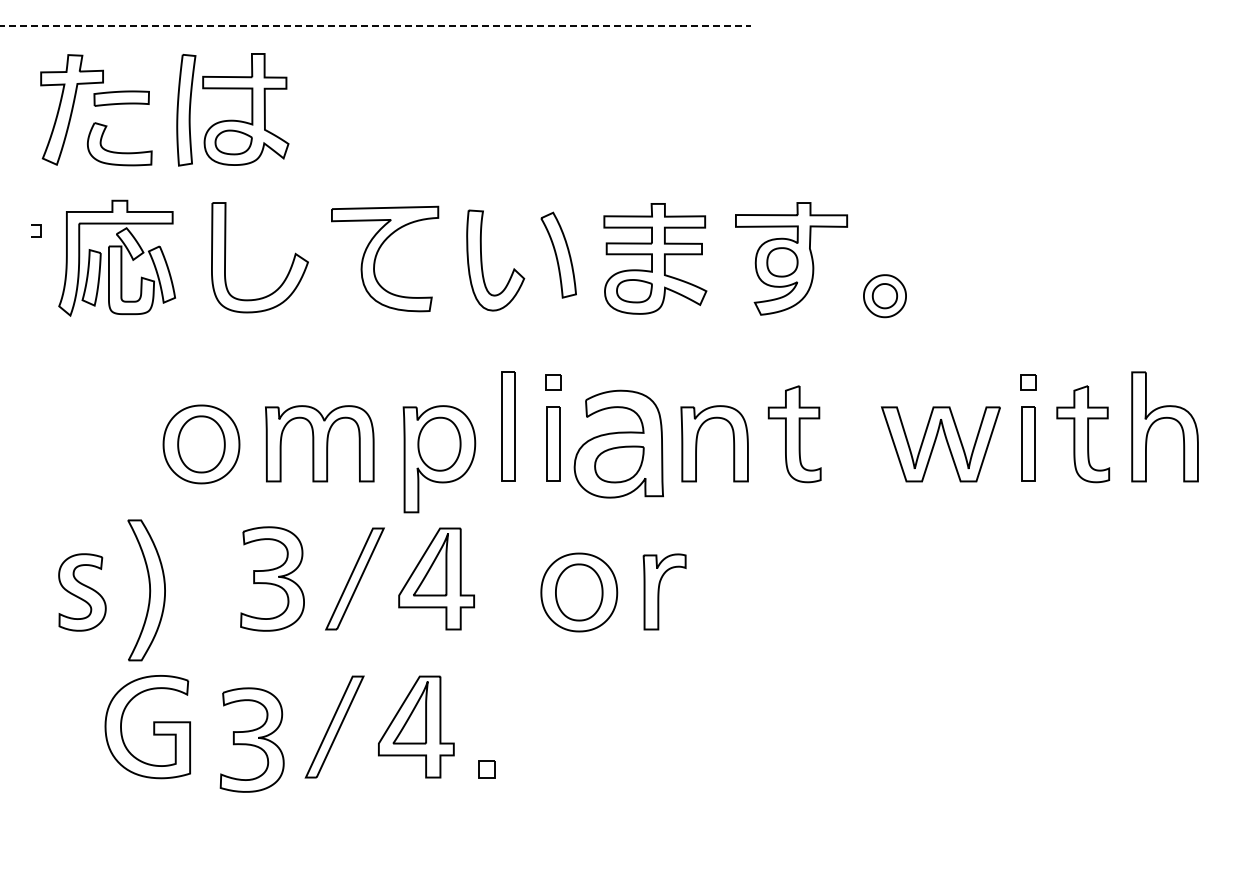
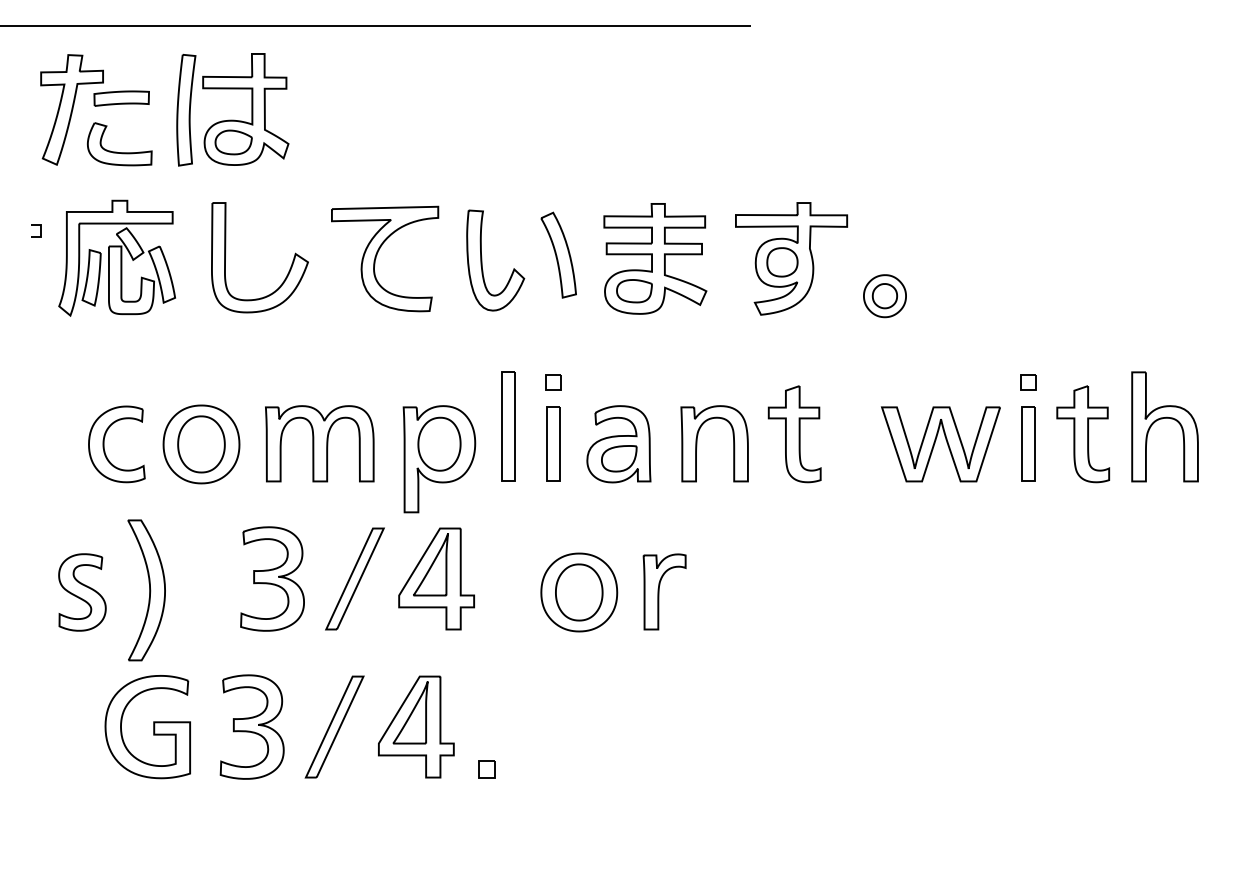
line at (376, 26): dashed -> solid
part at (618, 443) size: 91x110 px -> 66x79 px
part at (104, 444): none -> present
part at (251, 739) position: (251, 739) -> (251, 726)
